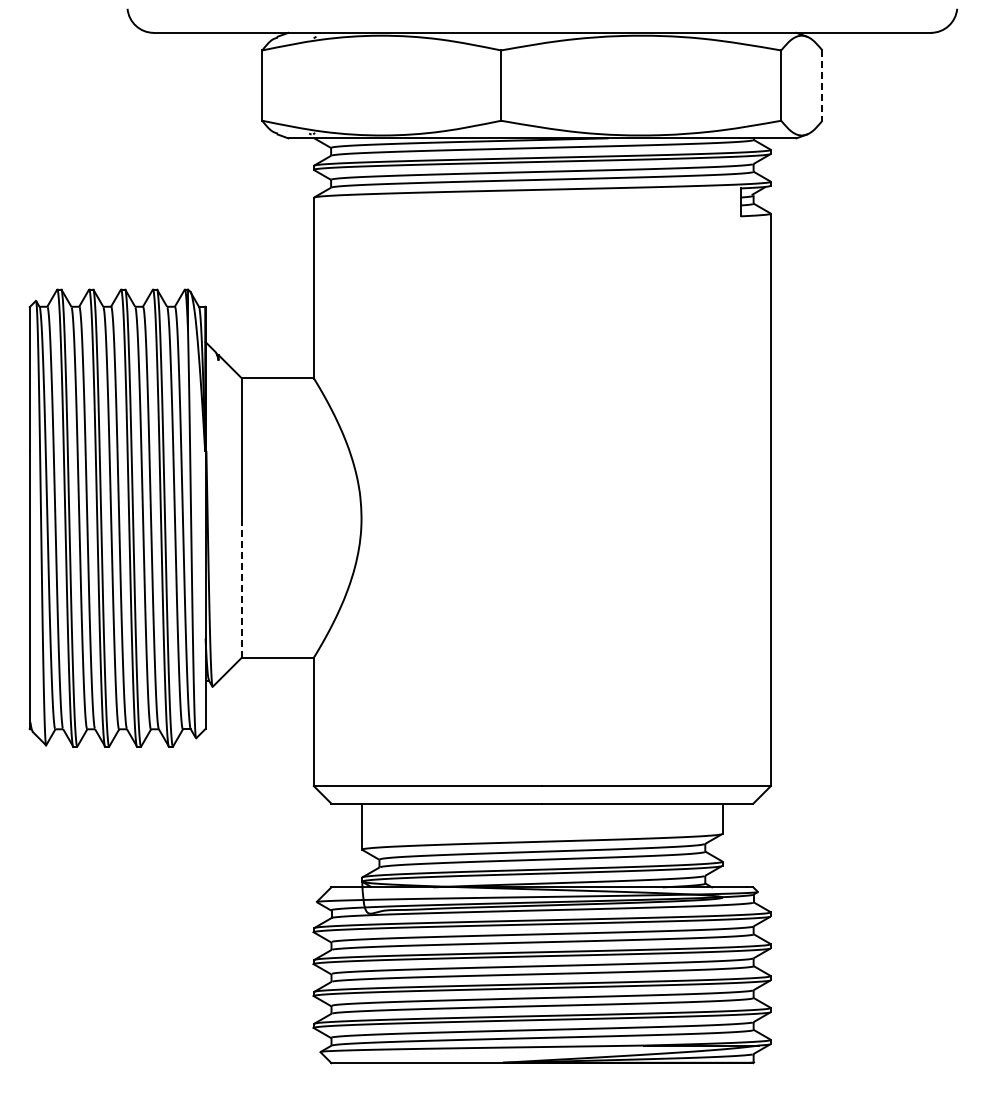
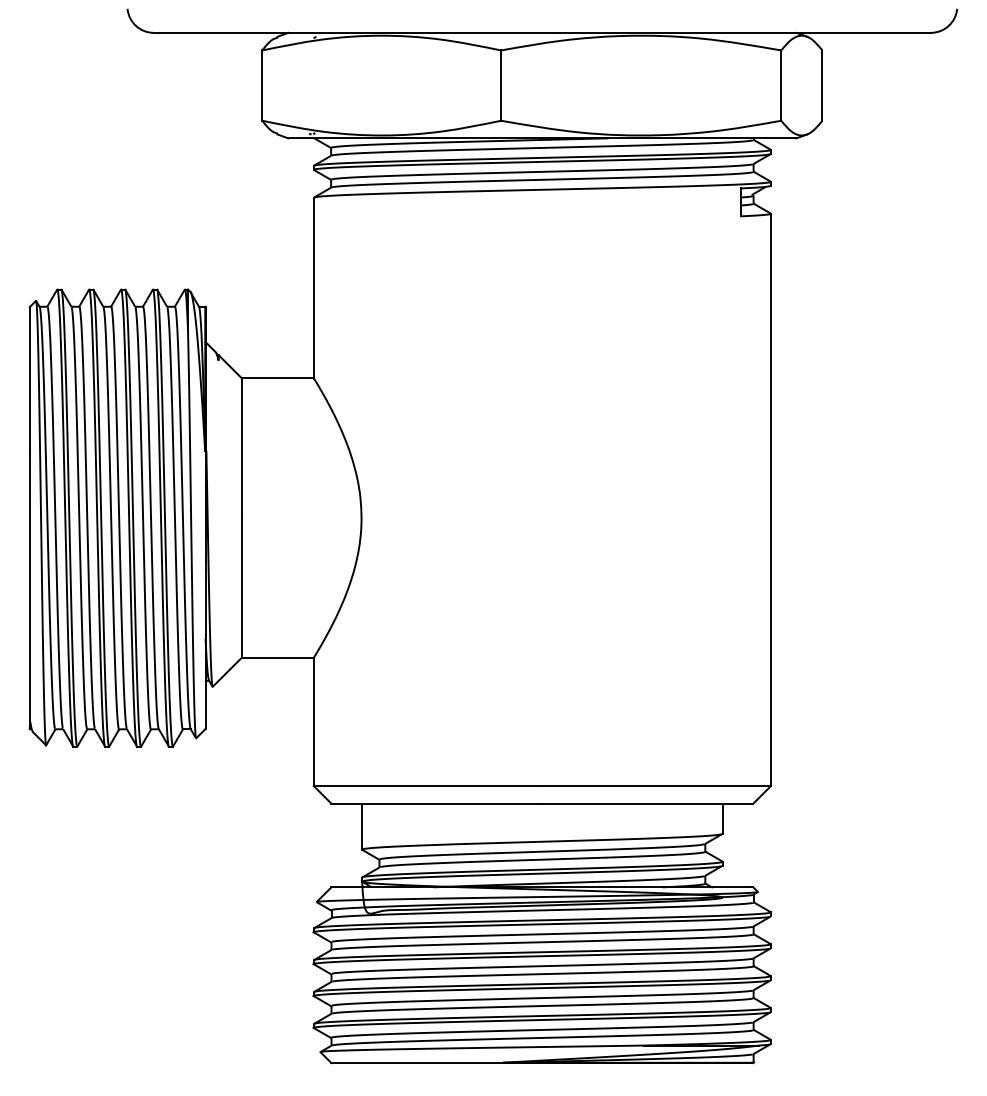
line at (822, 86): dashed -> solid
line at (241, 587): dashed -> solid
